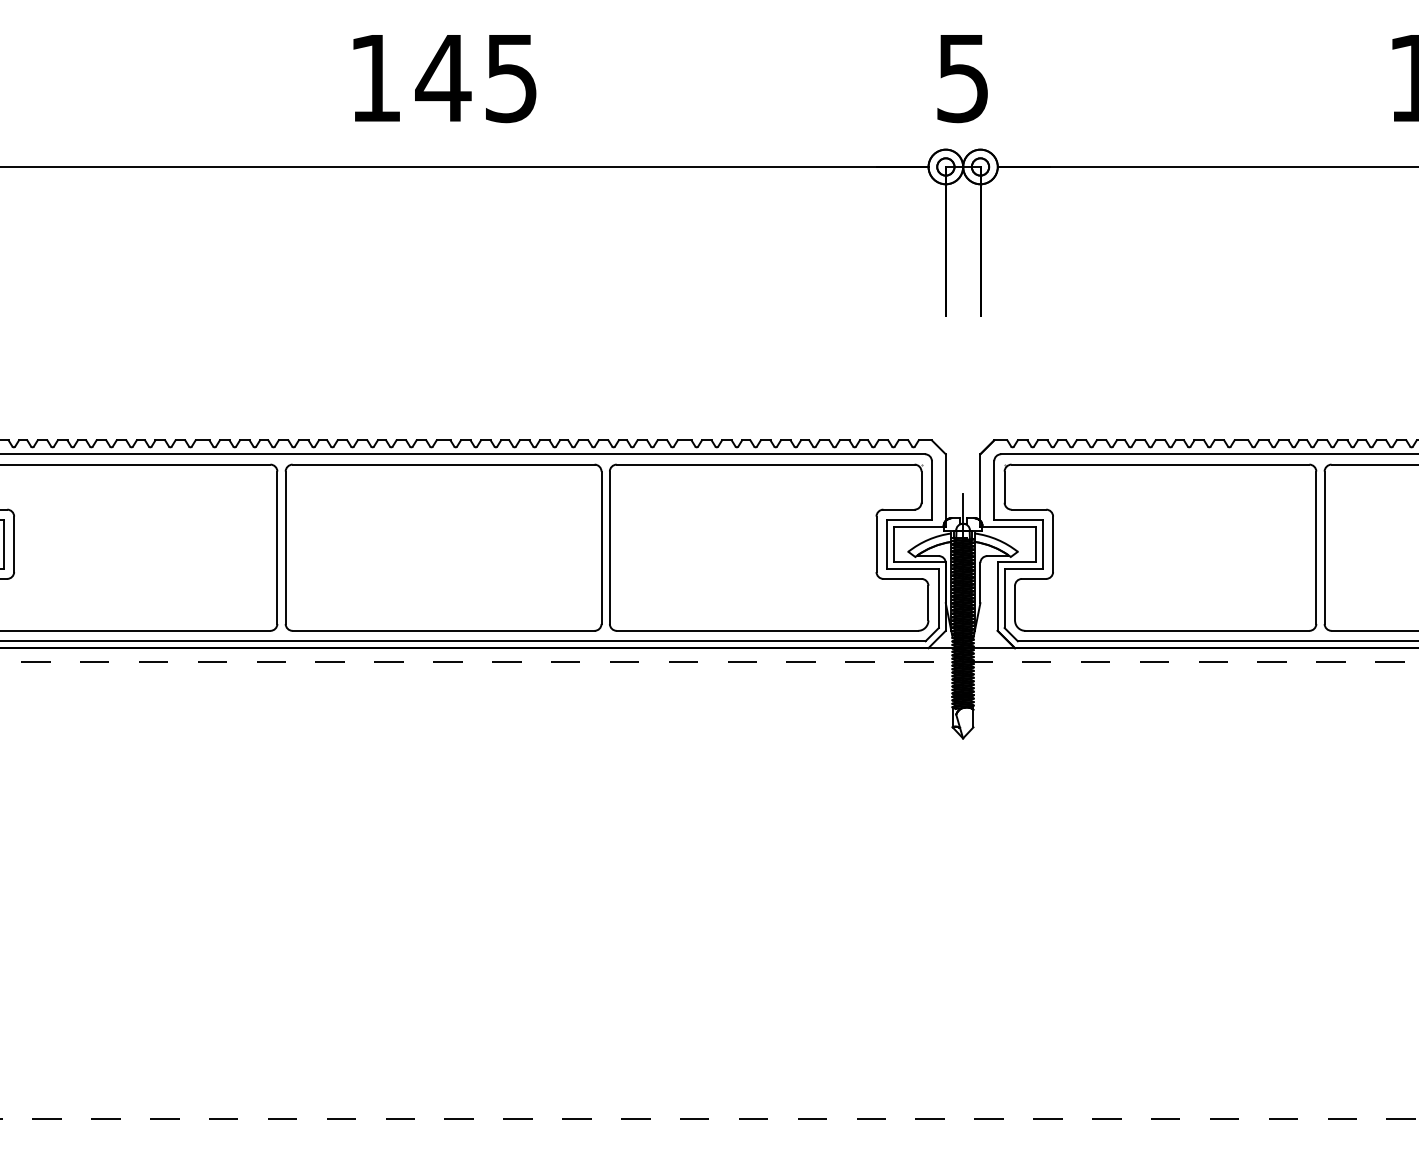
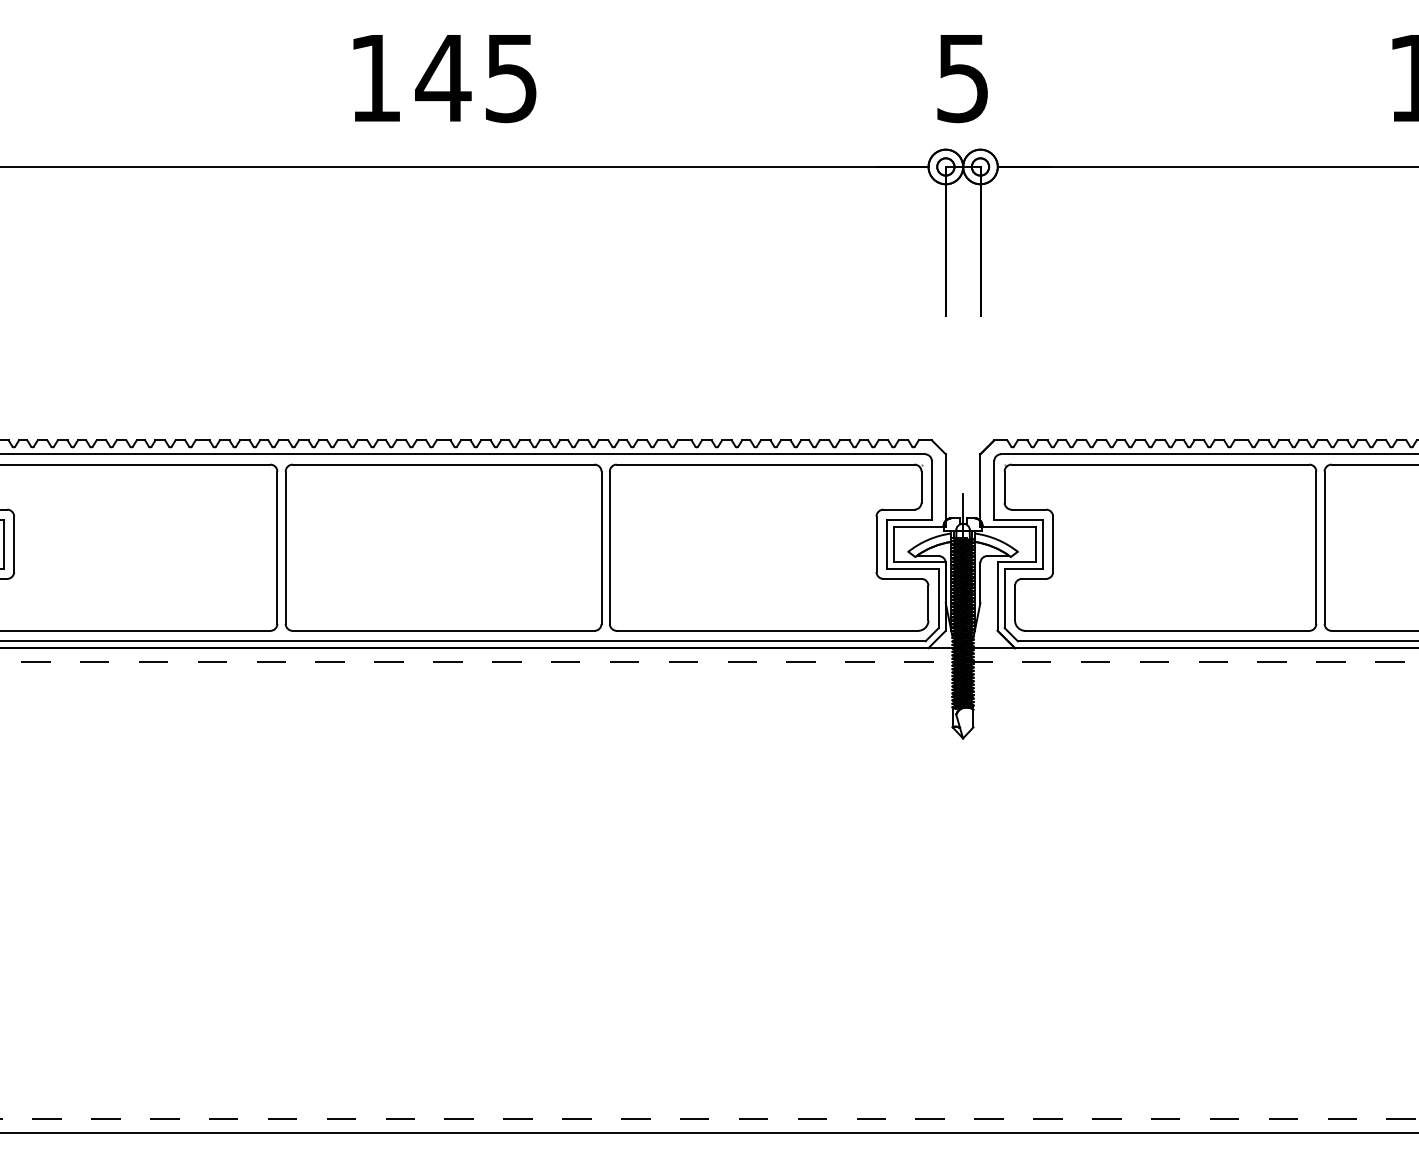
line at (708, 1133): none -> present
